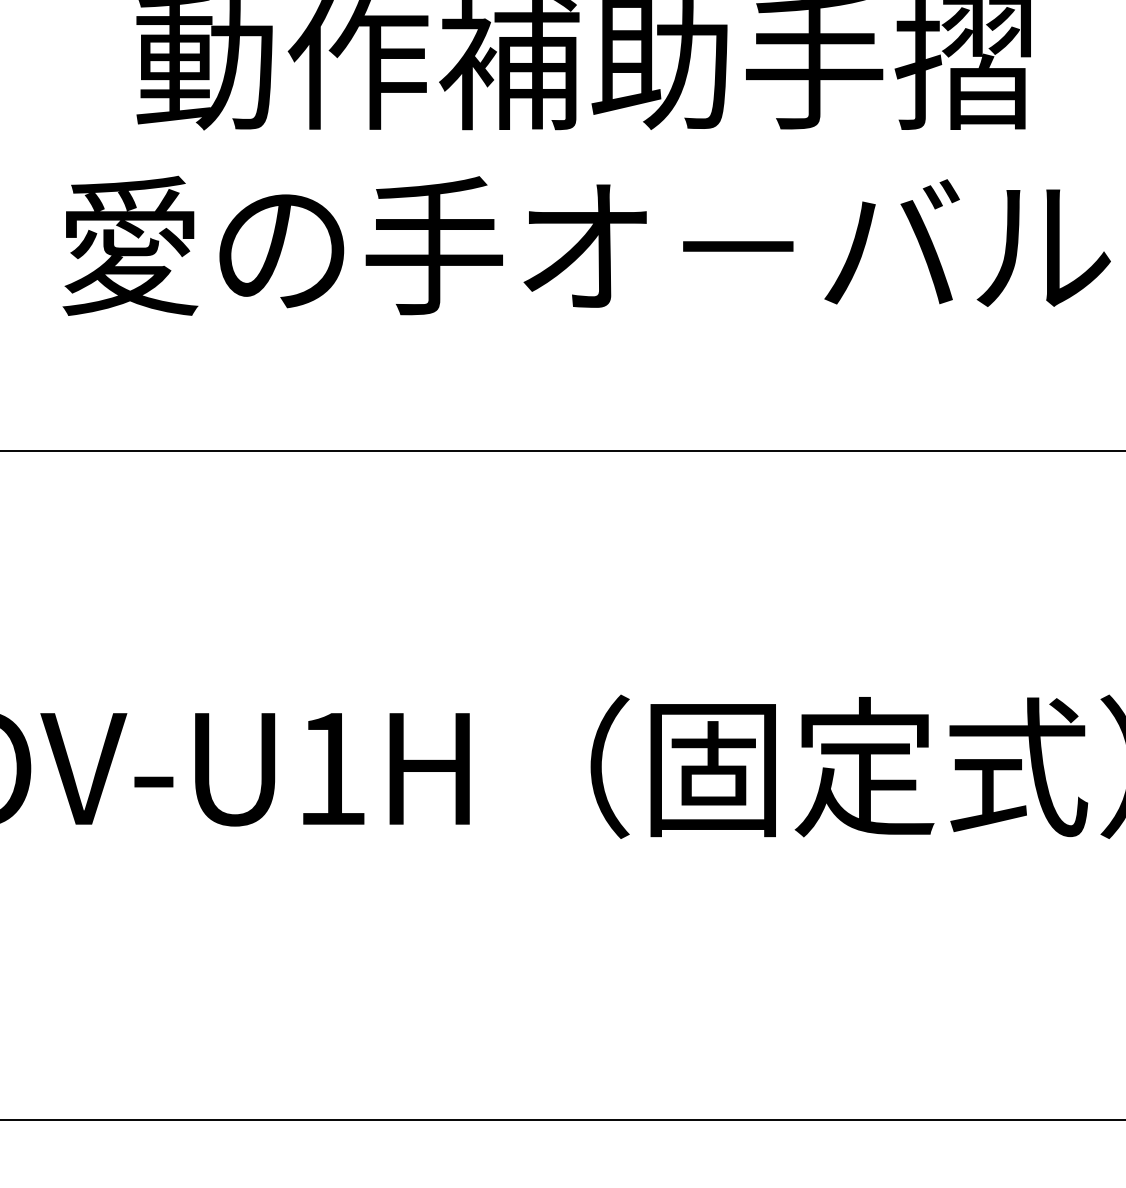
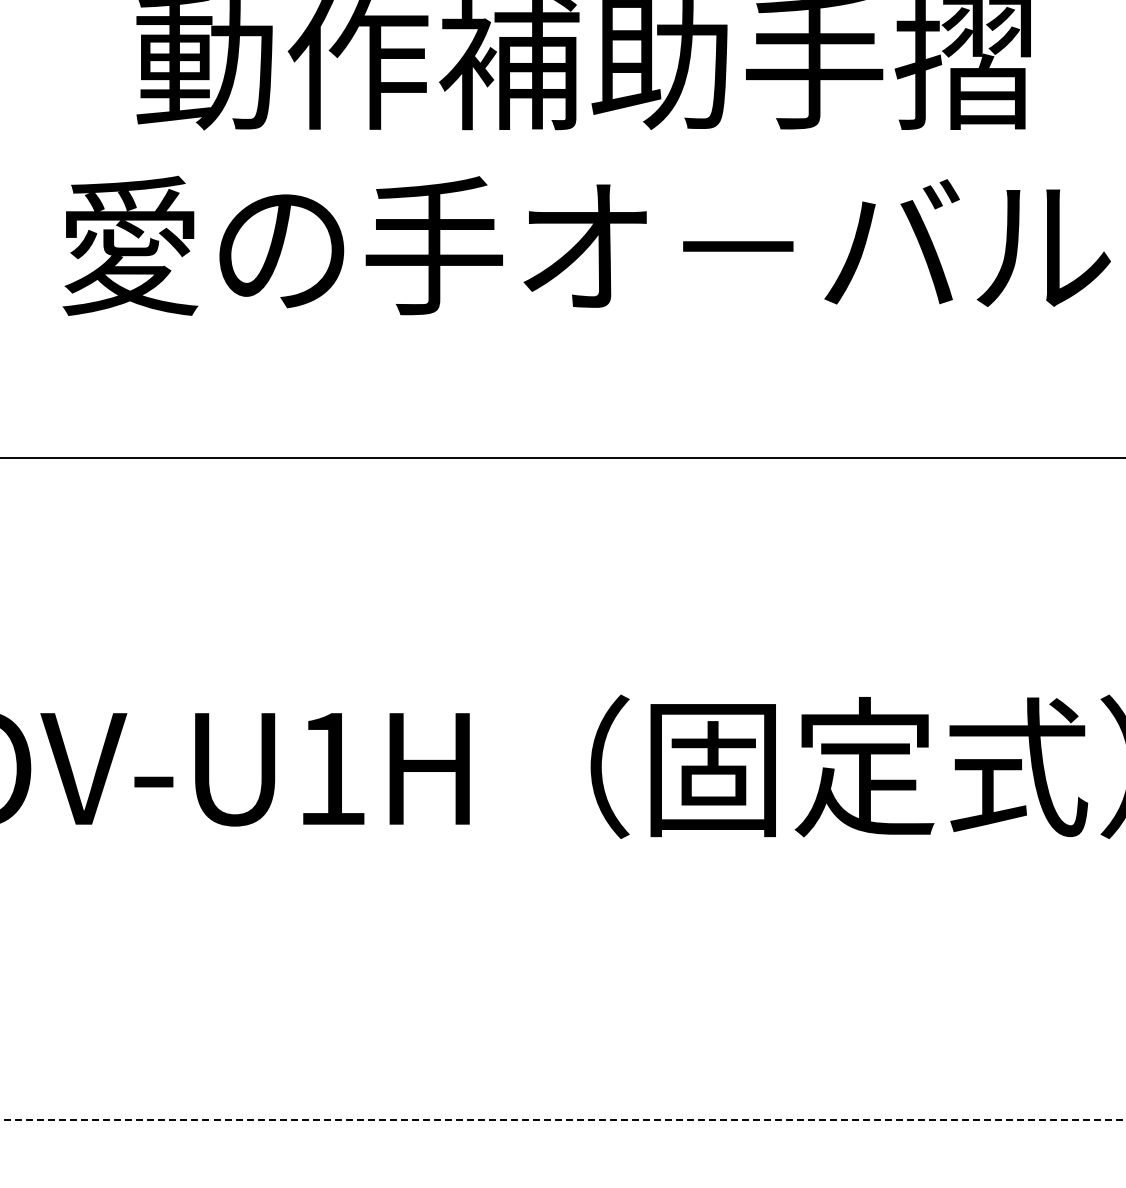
line at (562, 450) position: (562, 450) -> (562, 457)
line at (563, 1119): solid -> dashed
